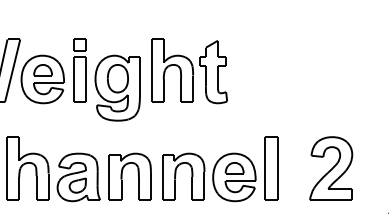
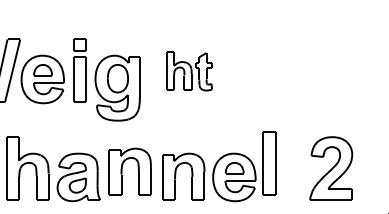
part at (189, 71) size: 77x67 px -> 47x41 px
part at (271, 168) position: (271, 168) -> (269, 163)
part at (122, 176) position: (122, 176) -> (122, 171)
